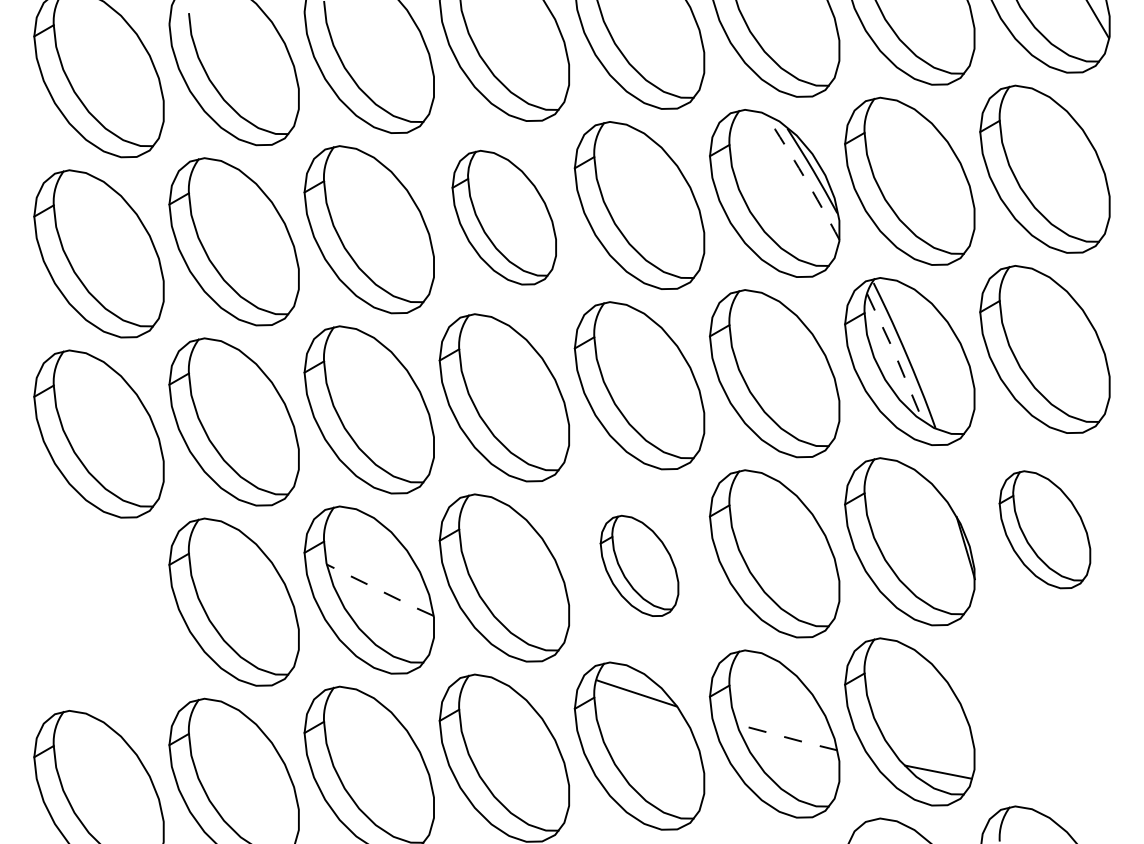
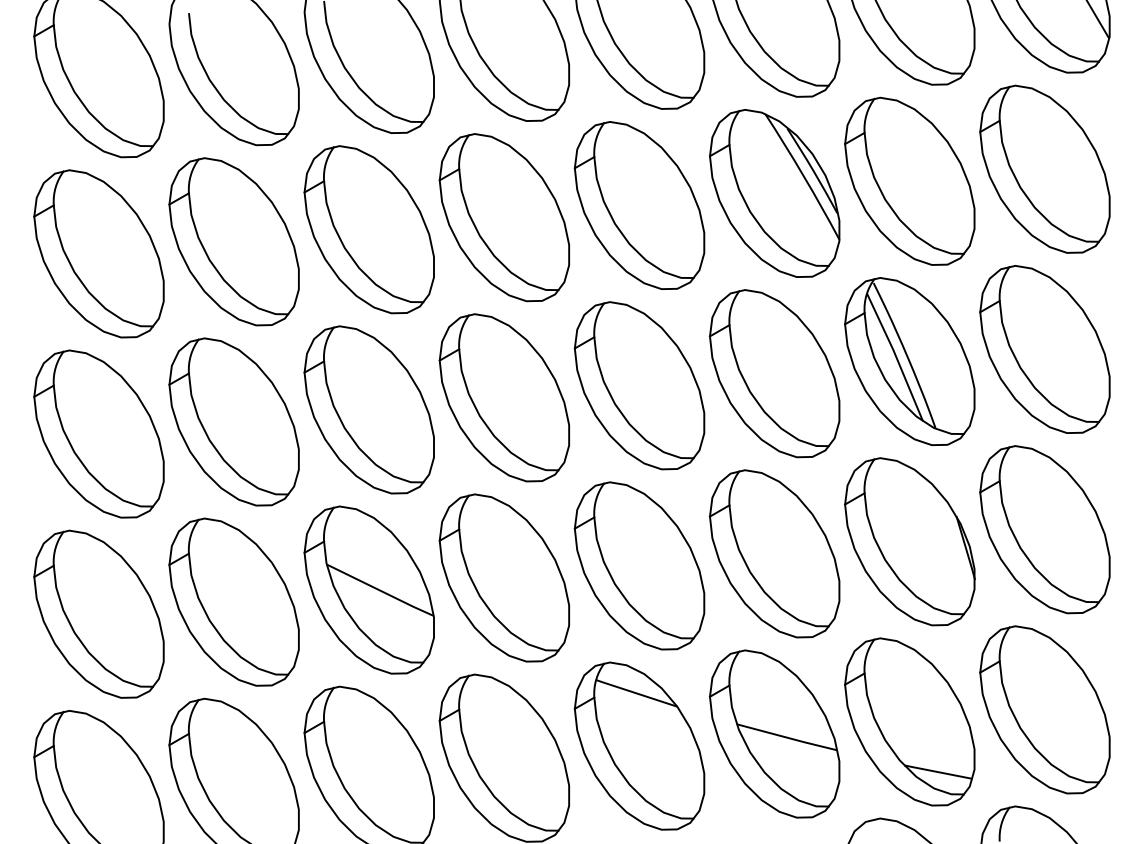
arc at (803, 176): dashed -> solid
part at (503, 217) size: 106x137 px -> 132x170 px
line at (896, 357): dashed -> solid
part at (1044, 529) size: 94x120 px -> 132x170 px
part at (639, 565) size: 81x103 px -> 133x170 px
line at (380, 590): dashed -> solid
part at (98, 613): none -> present
part at (1044, 709): none -> present
line at (787, 737): dashed -> solid
